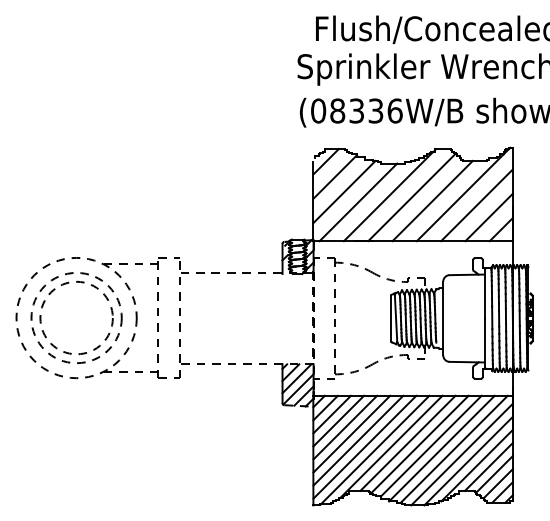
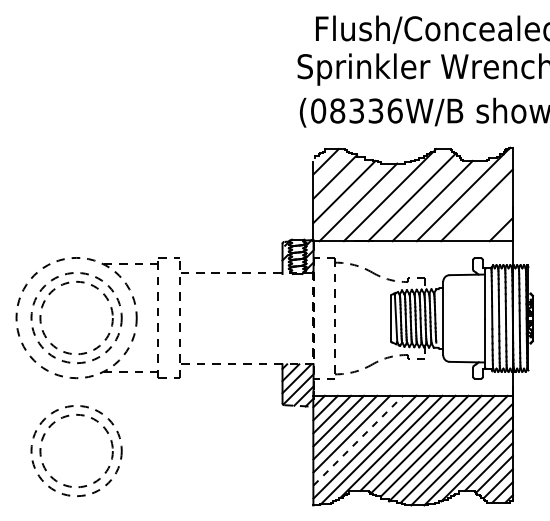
line at (488, 217): present -> none
part at (81, 416): none -> present
line at (358, 440): solid -> dashed
